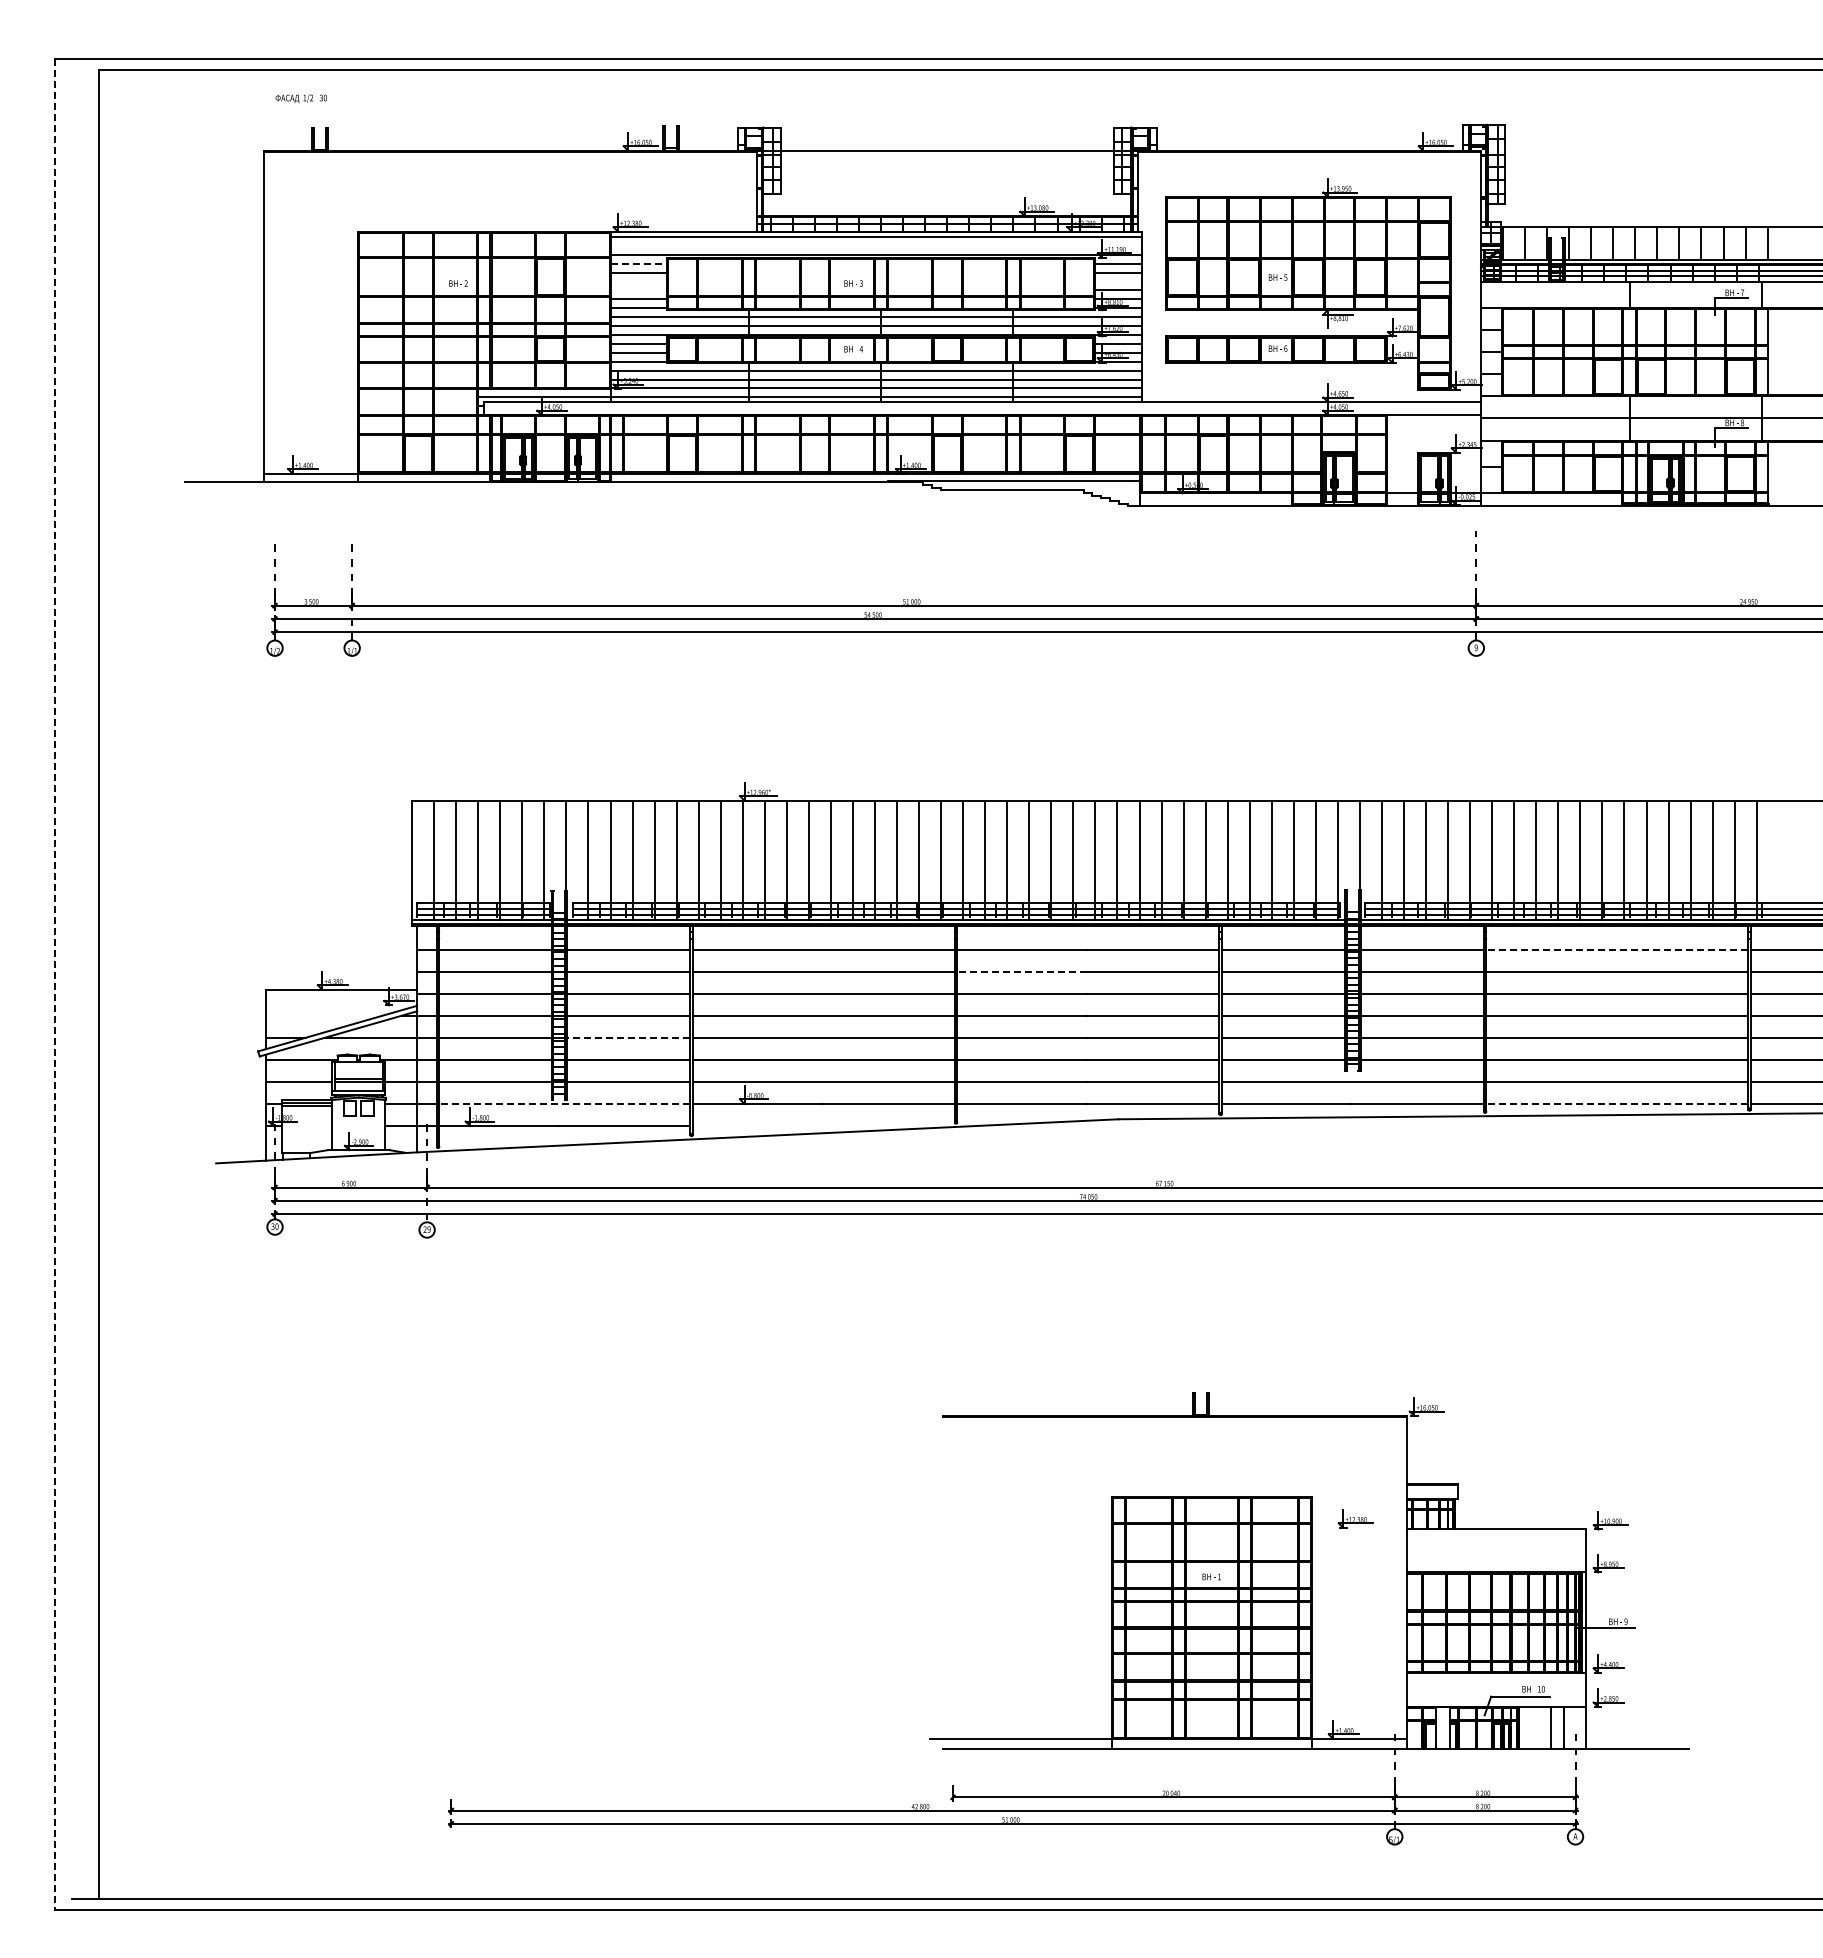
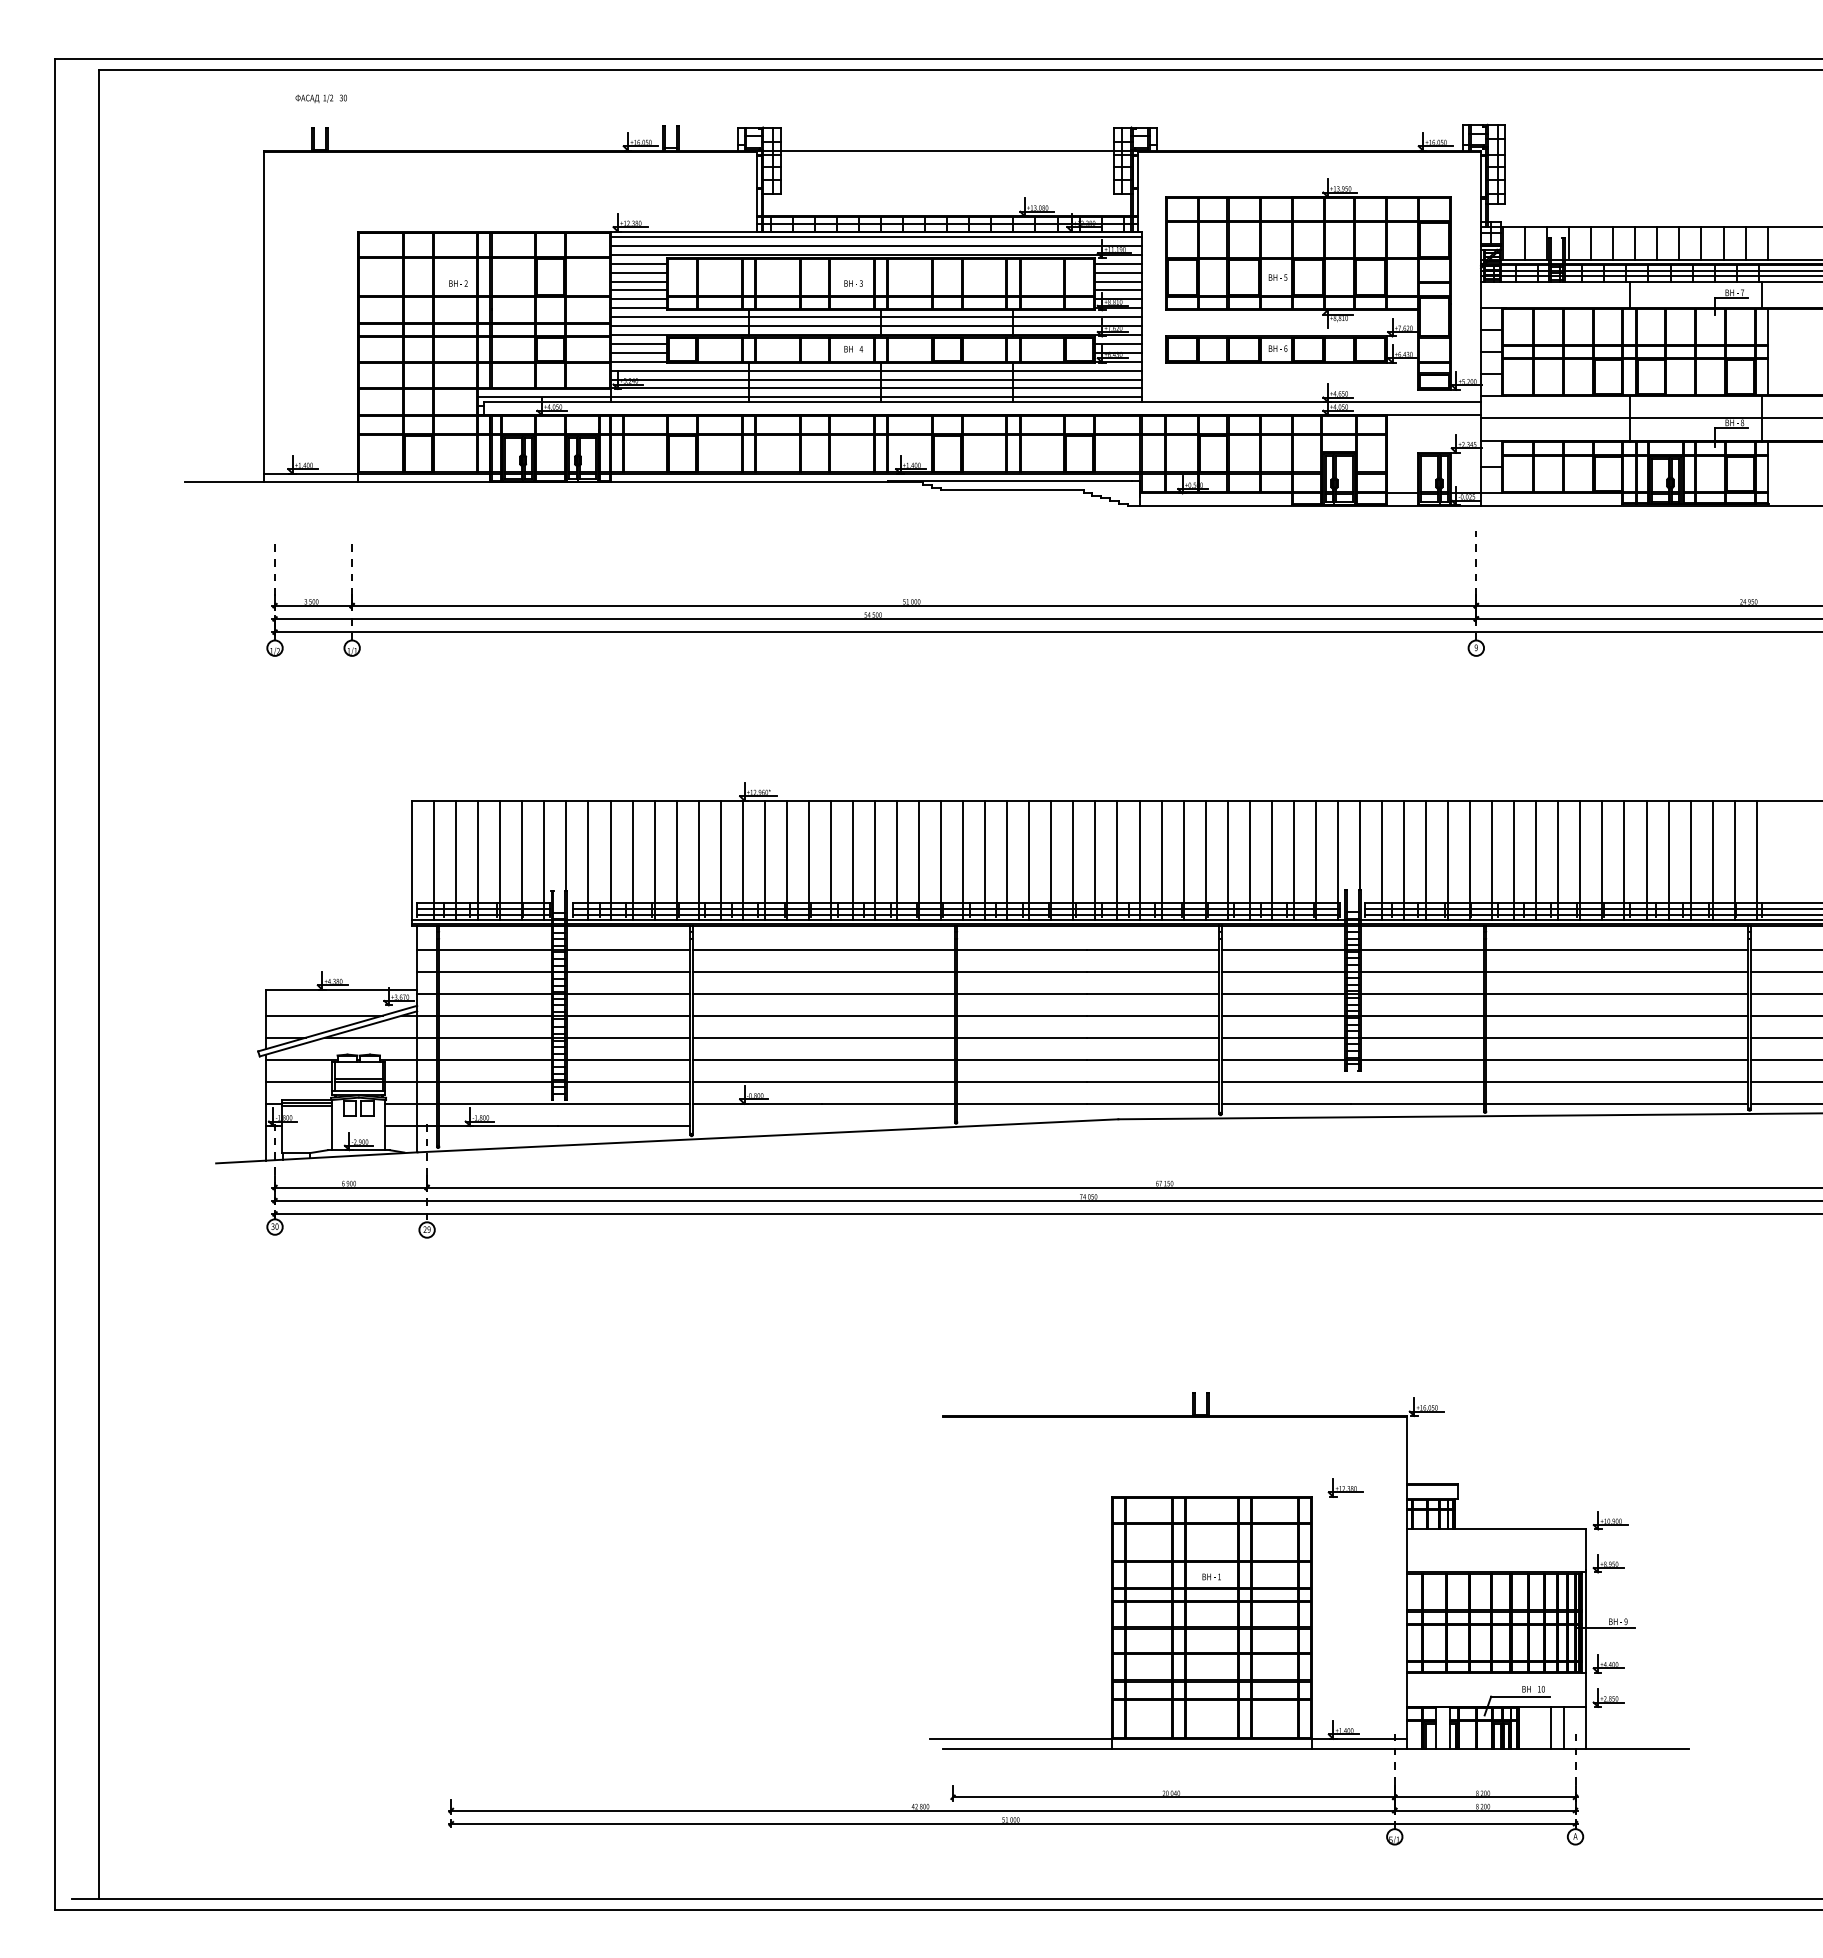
text at (300, 98) position: (300, 98) -> (320, 98)
line at (875, 245): none -> present
line at (639, 263): dashed -> solid
line at (638, 281): none -> present
line at (1117, 281): none -> present
line at (638, 290): none -> present
line at (1616, 949): dashed -> solid
line at (1021, 971): dashed -> solid
line at (54, 984): dashed -> solid
line at (323, 1015): none -> present
line at (628, 1037): dashed -> solid
line at (564, 1103): dashed -> solid
line at (1616, 1103): dashed -> solid
part at (1355, 1518) position: (1355, 1518) -> (1345, 1487)
